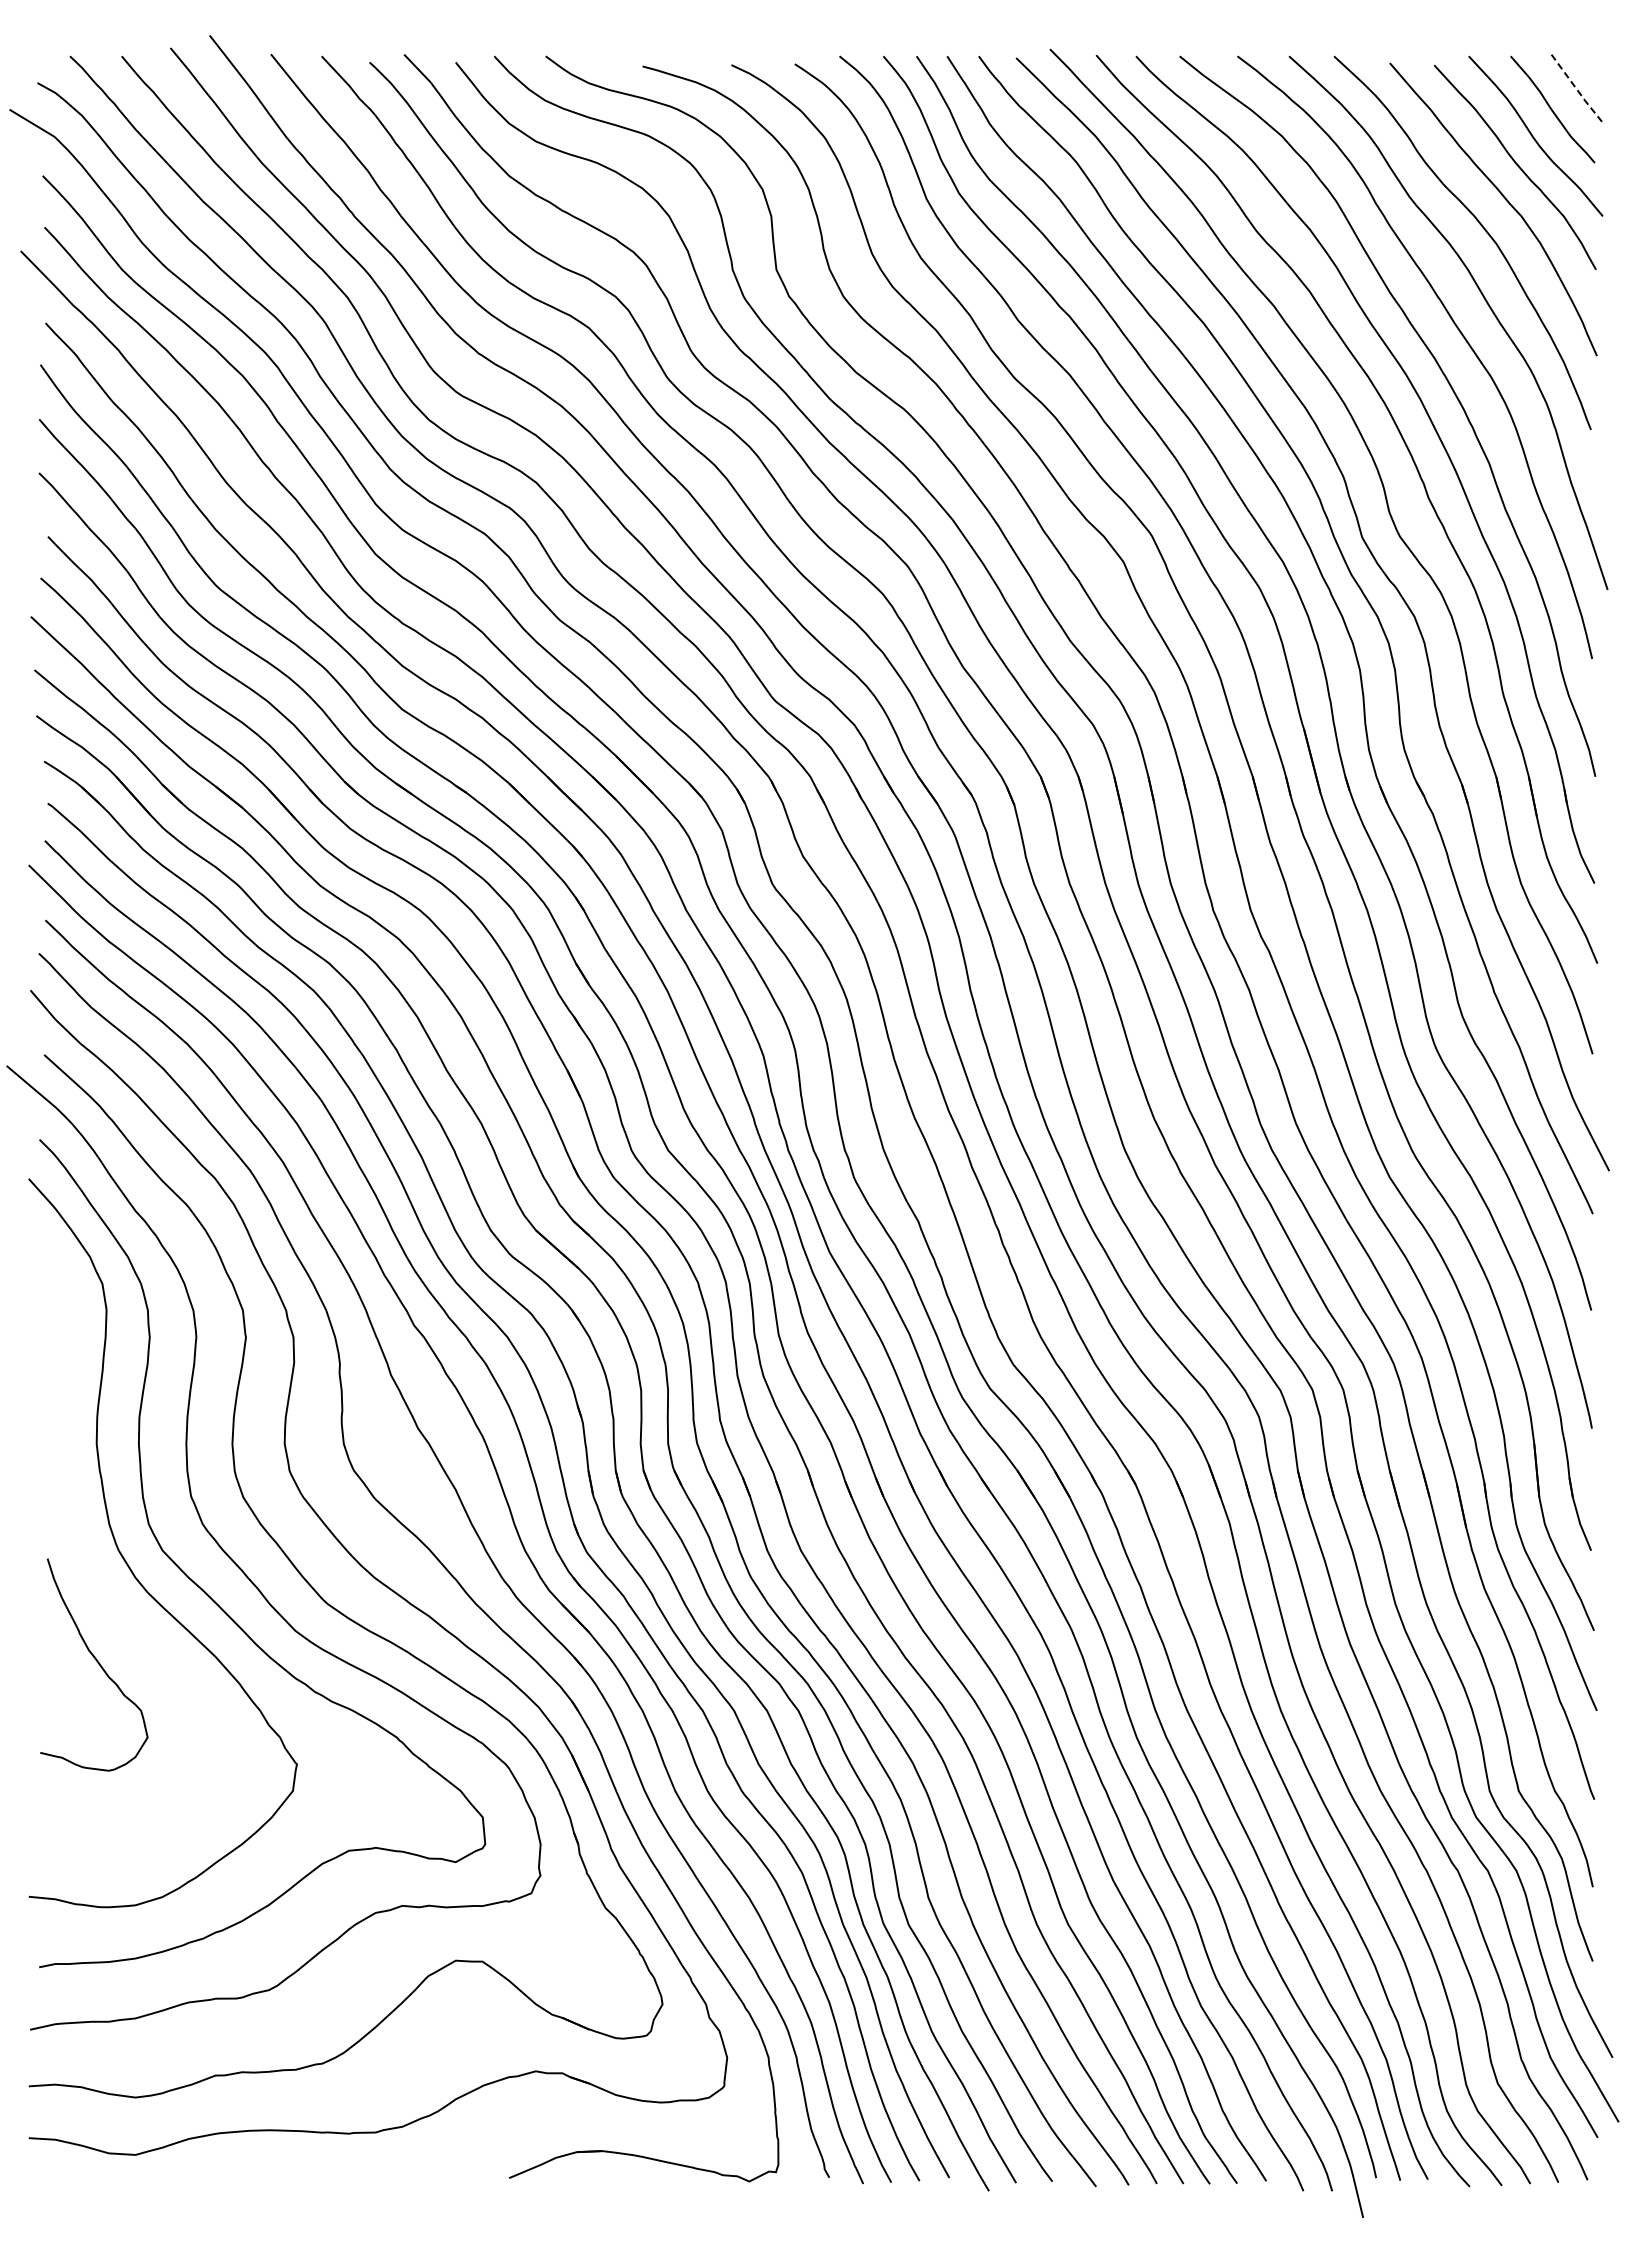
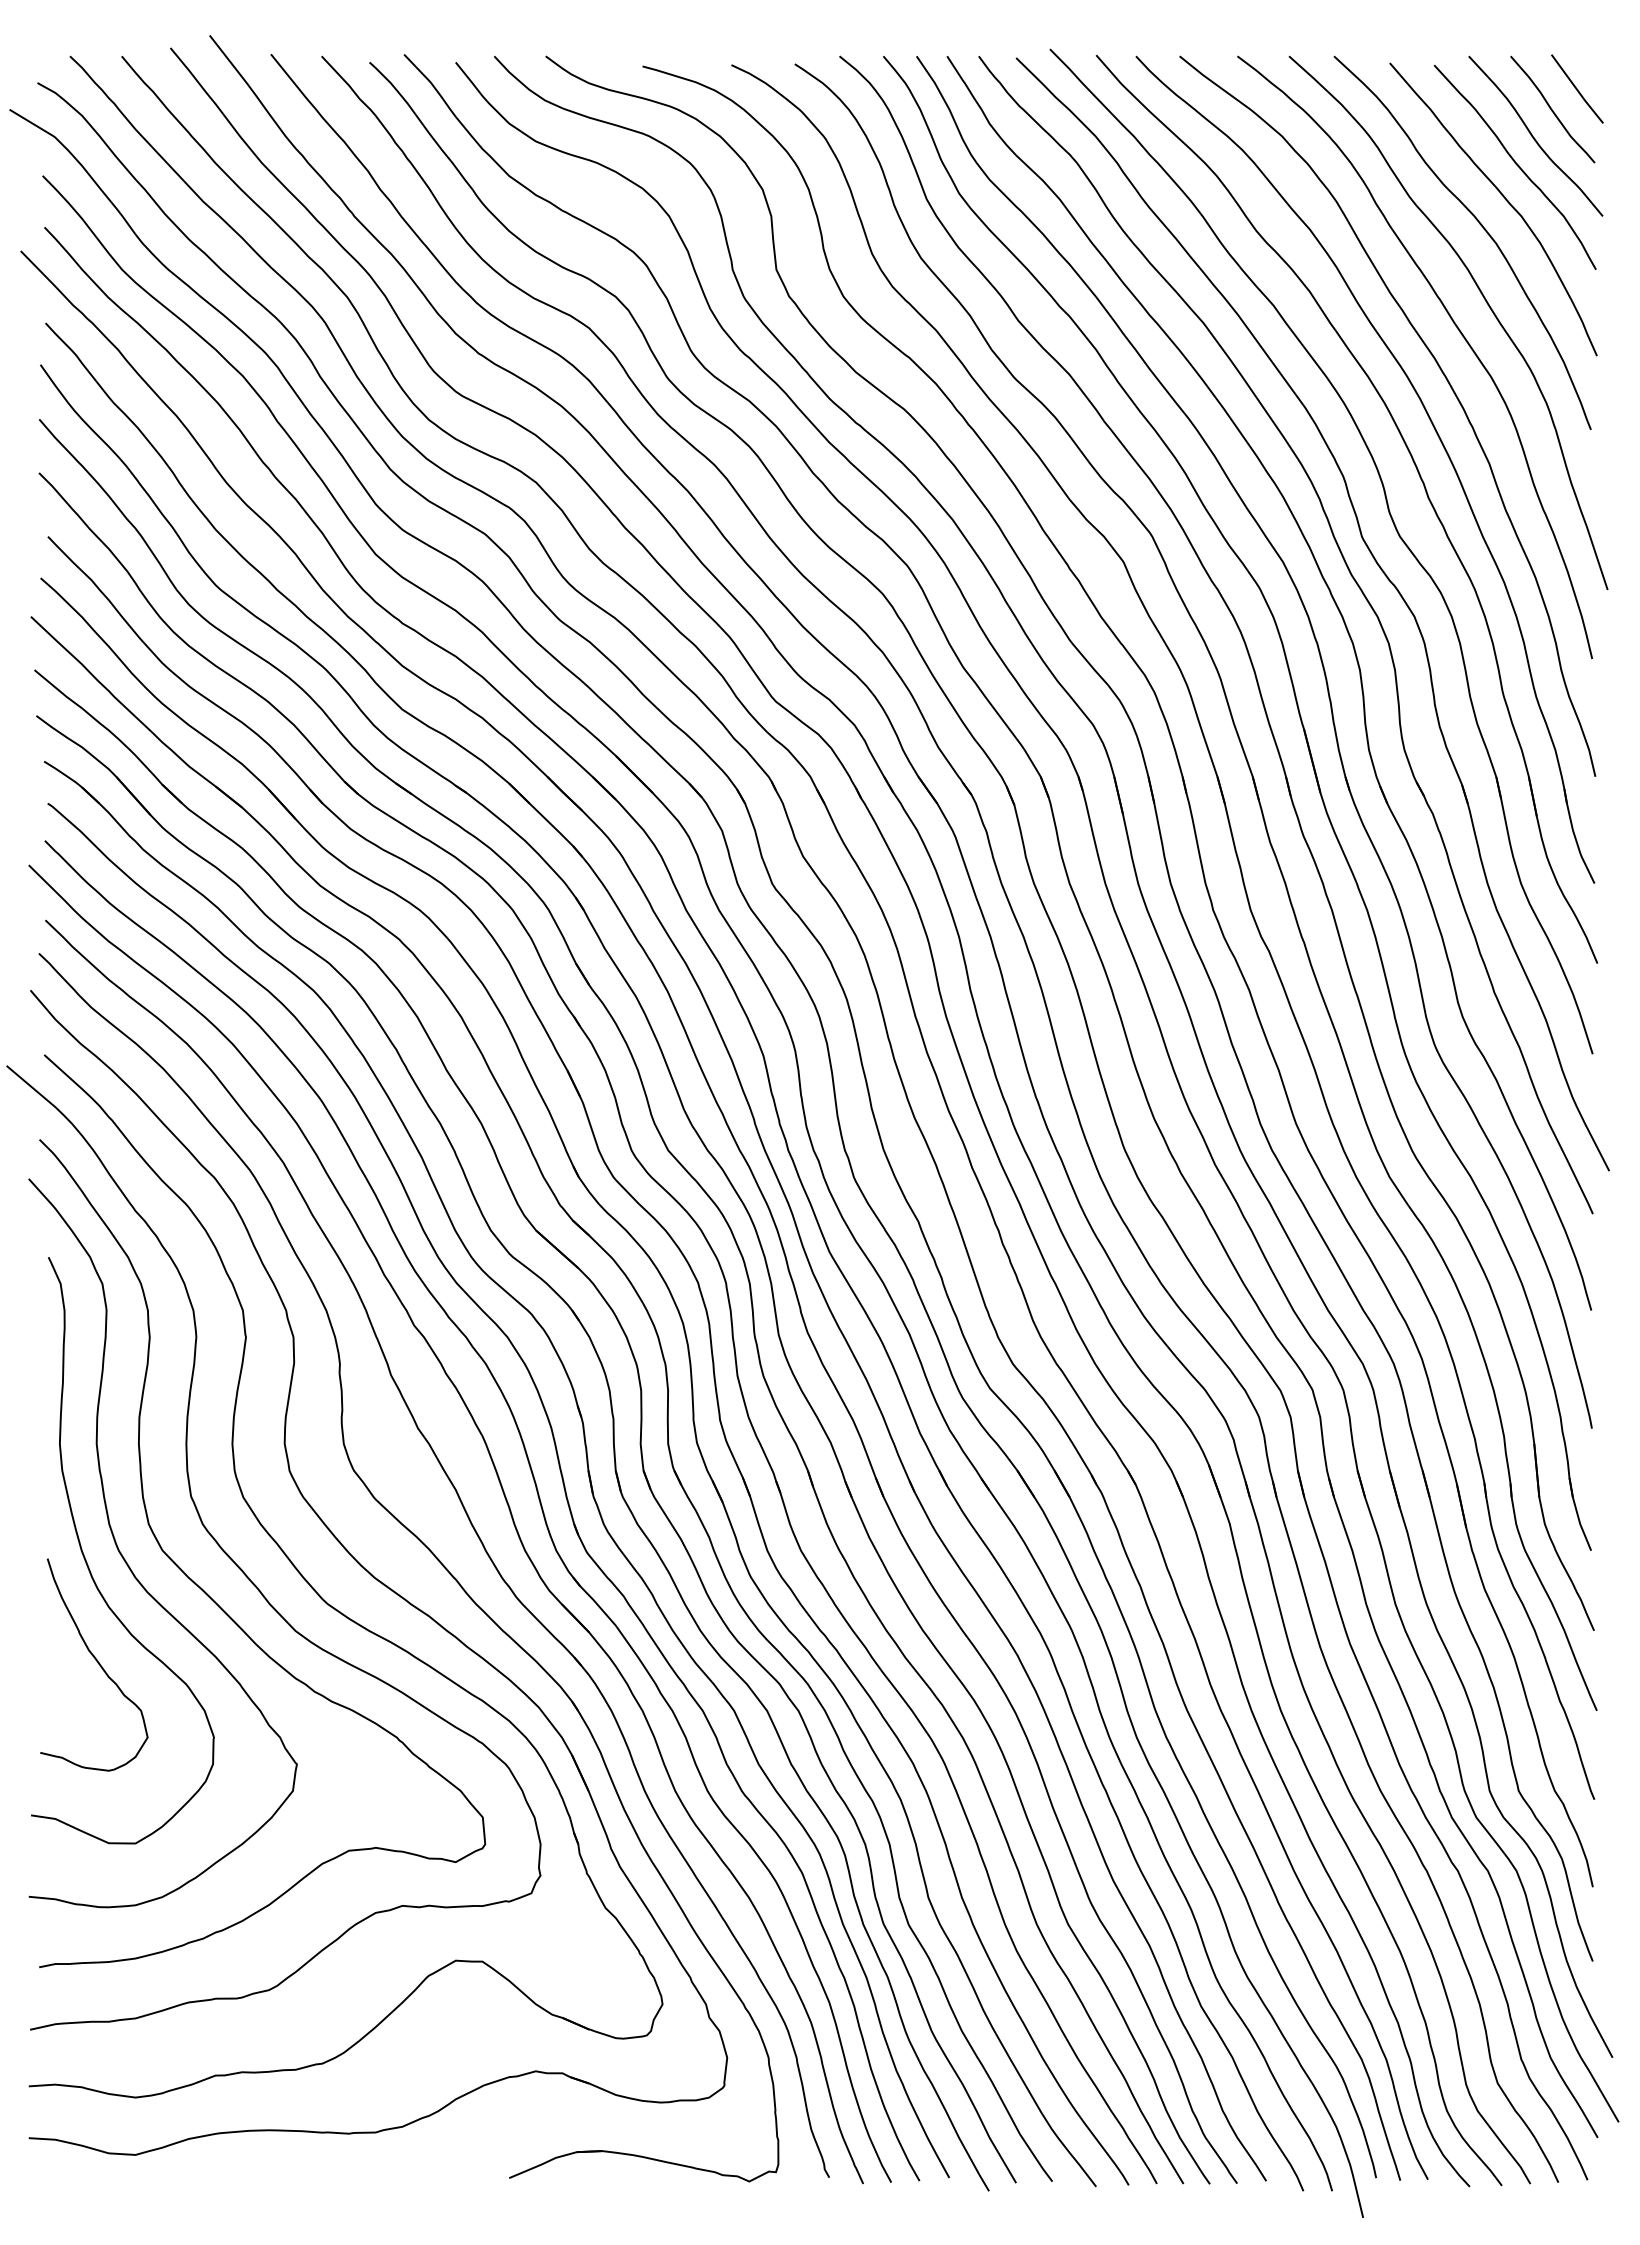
line at (1577, 89): dashed -> solid
curve at (88, 1564): none -> present
